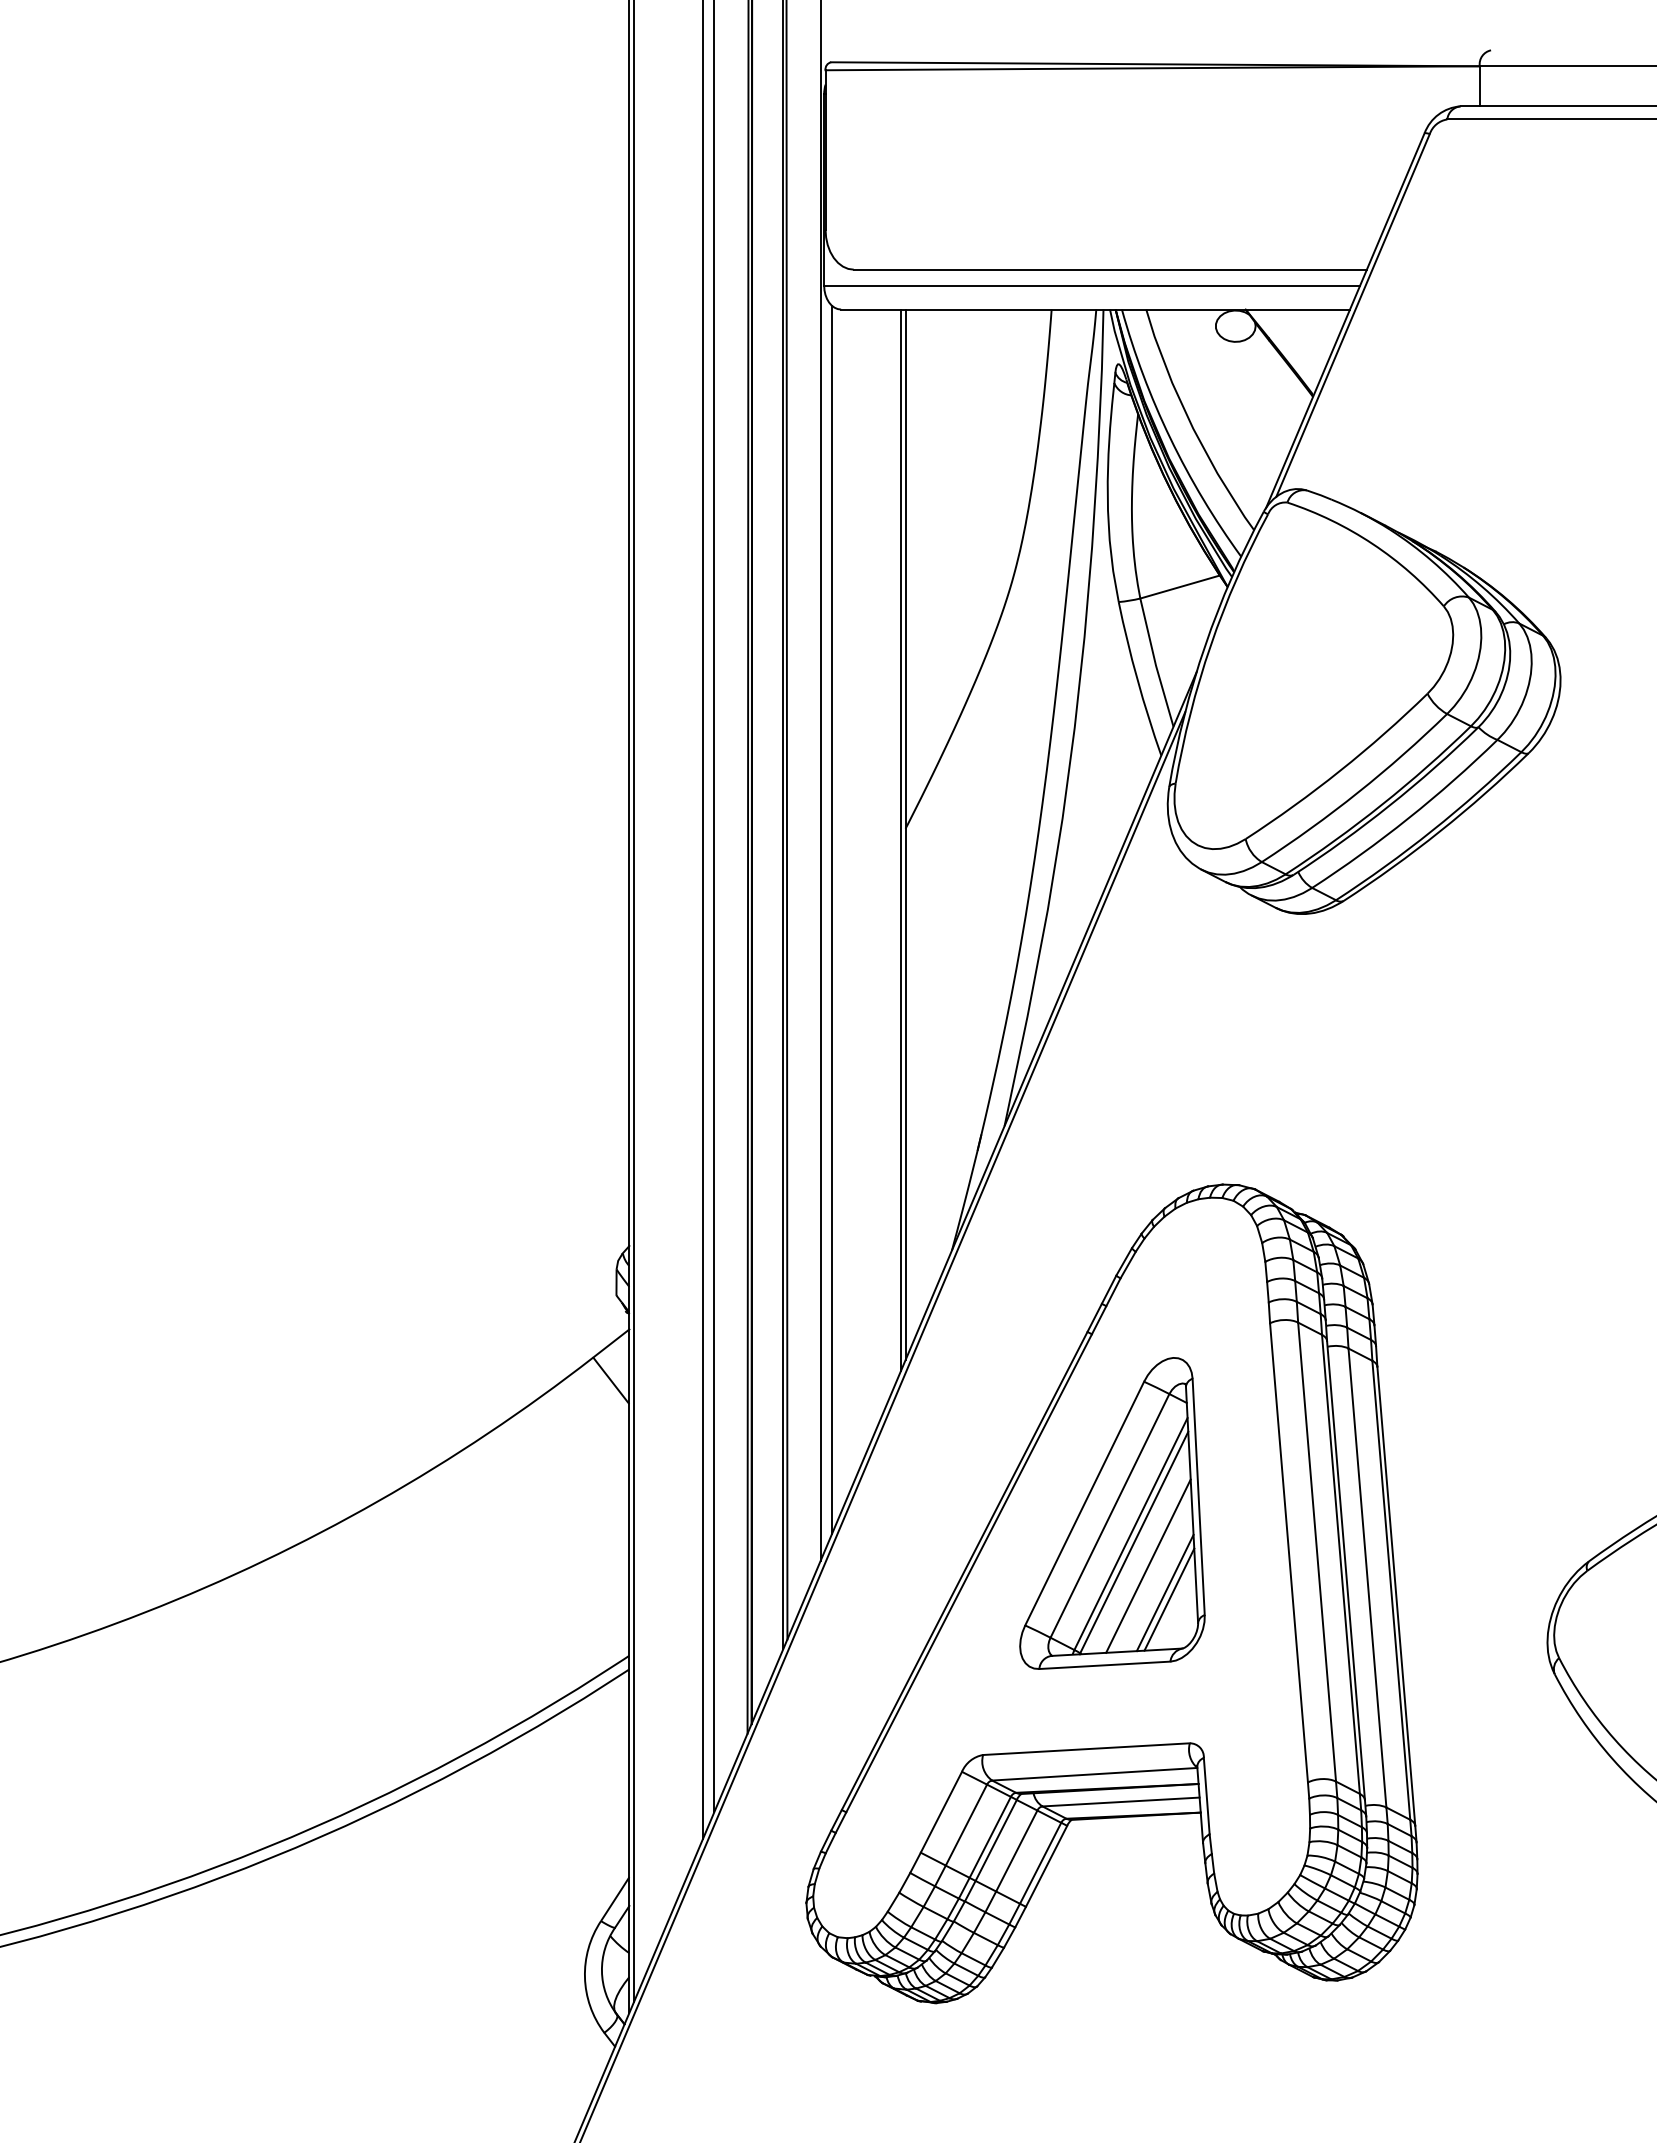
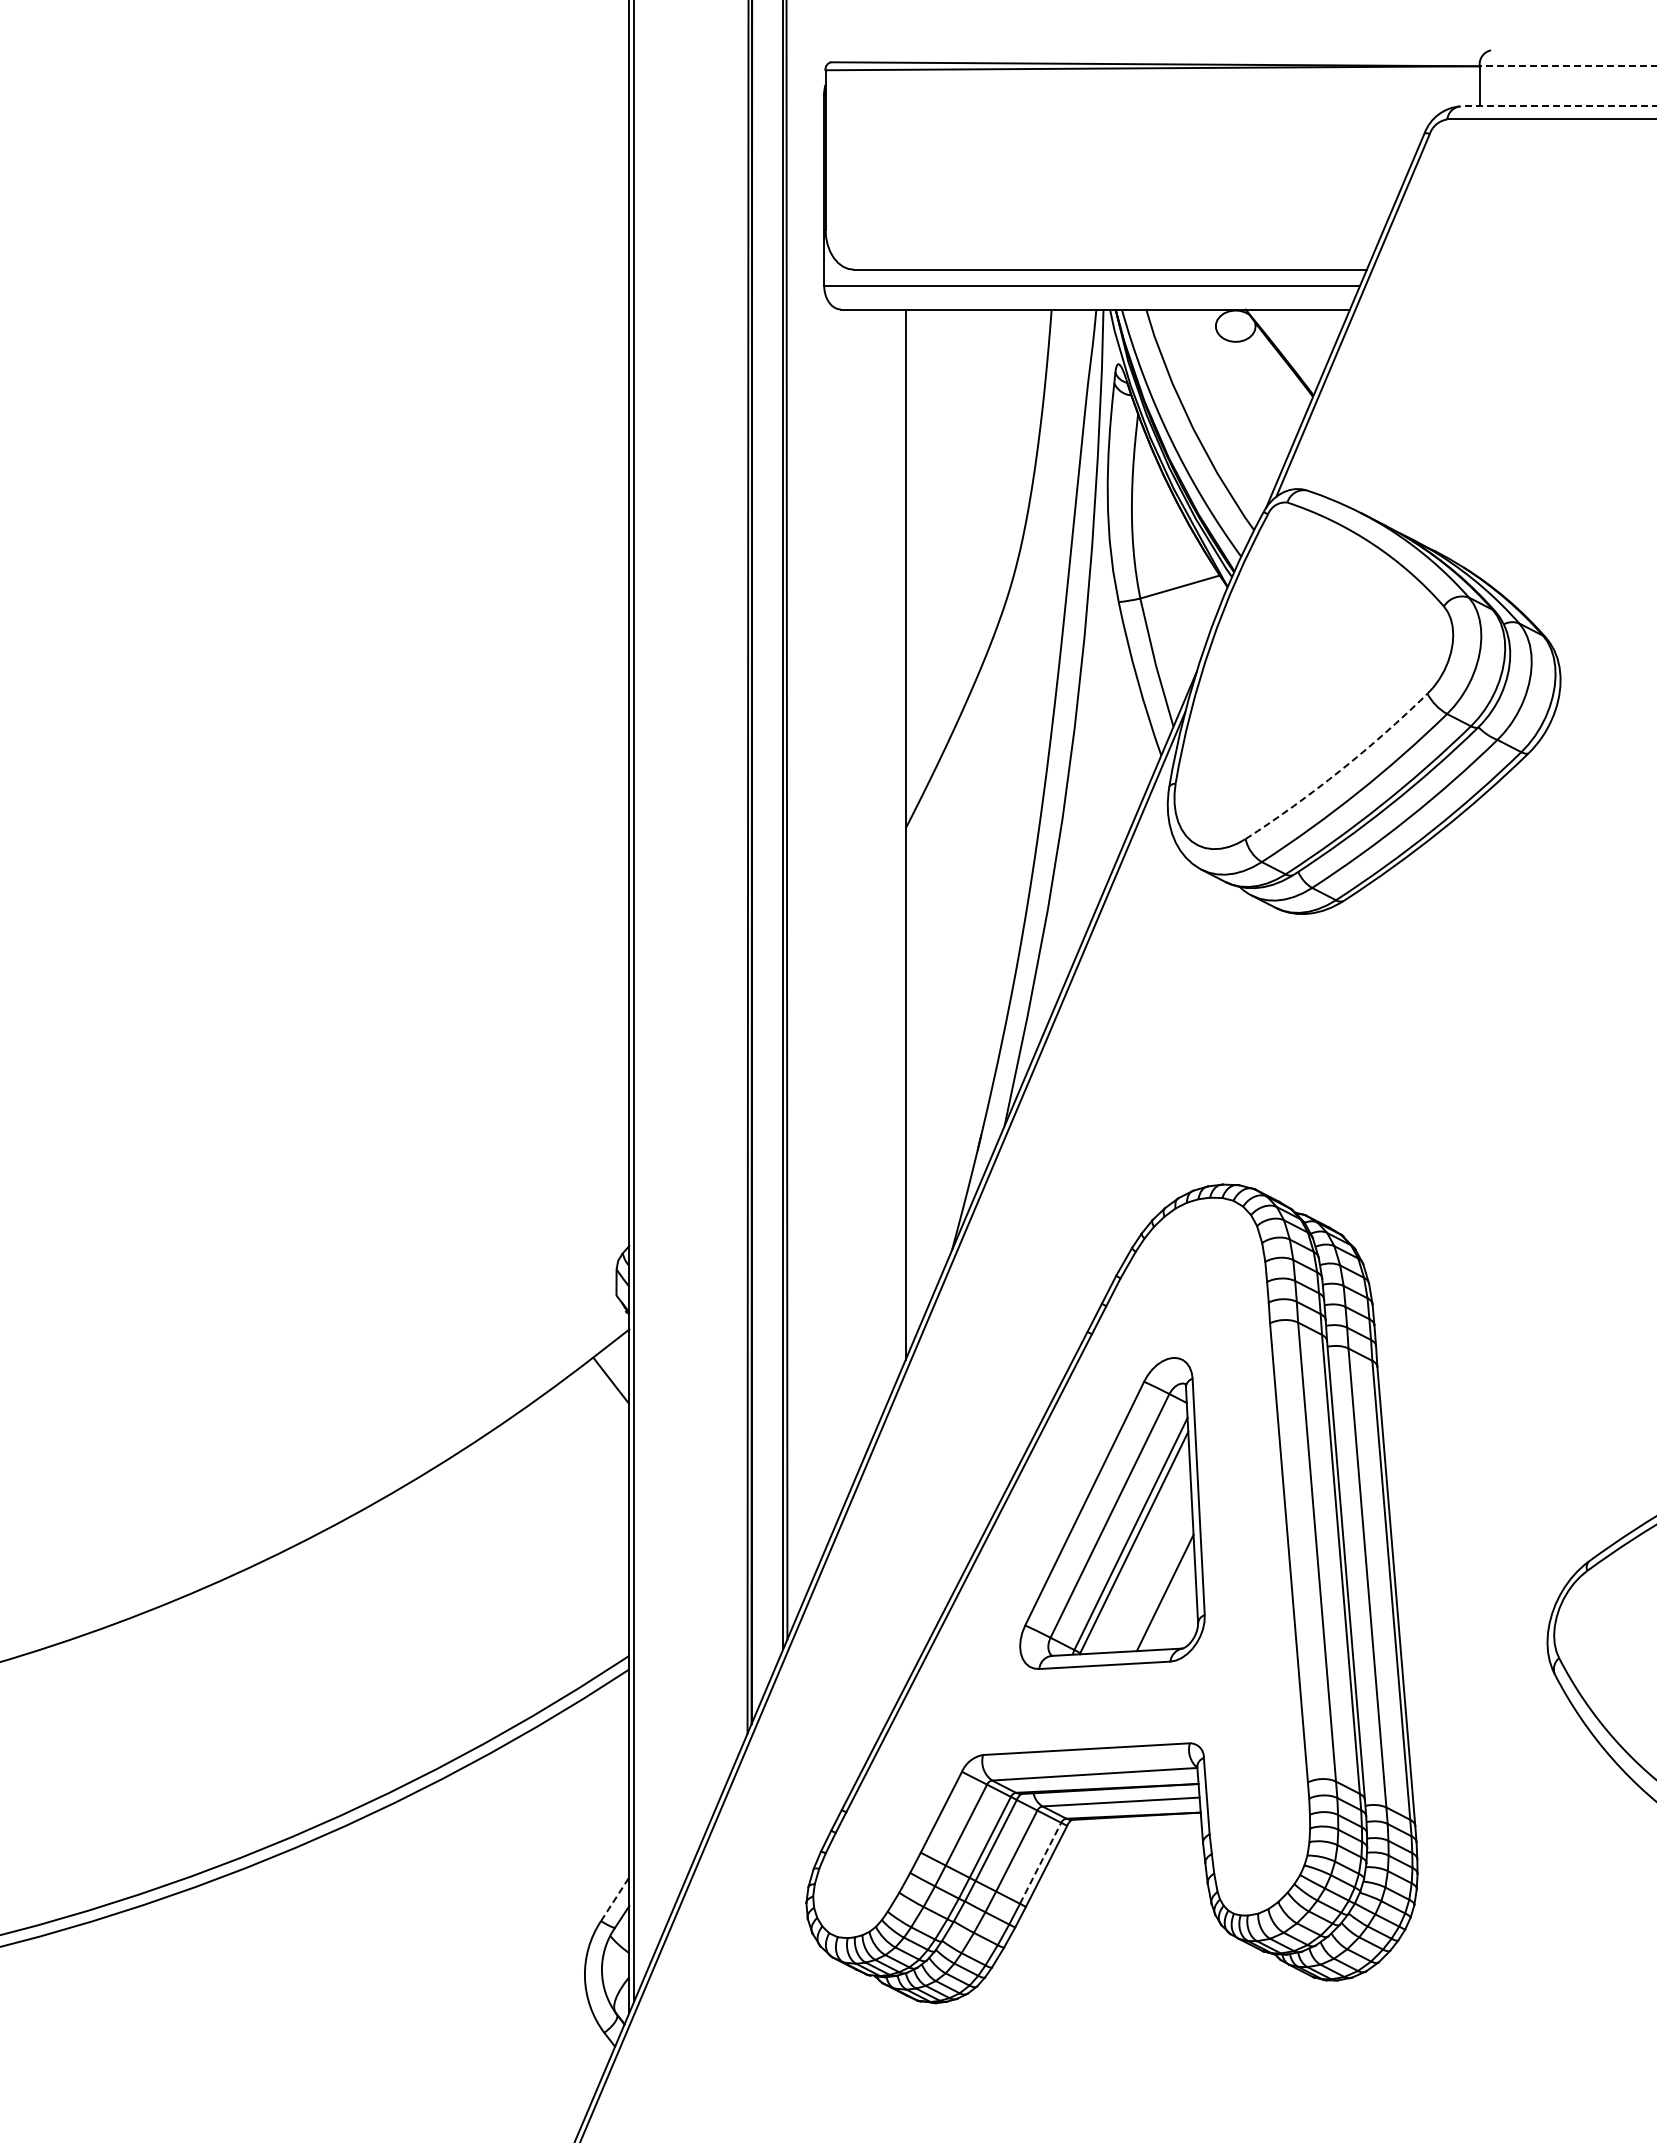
line at (1567, 66): solid -> dashed
line at (1558, 106): solid -> dashed
arc at (1340, 770): solid -> dashed
line at (820, 781): present -> none
line at (900, 840): present -> none
line at (714, 907): present -> none
line at (831, 919): present -> none
line at (703, 920): present -> none
line at (1148, 1565): present -> none
line at (1169, 1599): present -> none
line at (1040, 1862): solid -> dashed
line at (615, 1898): solid -> dashed
